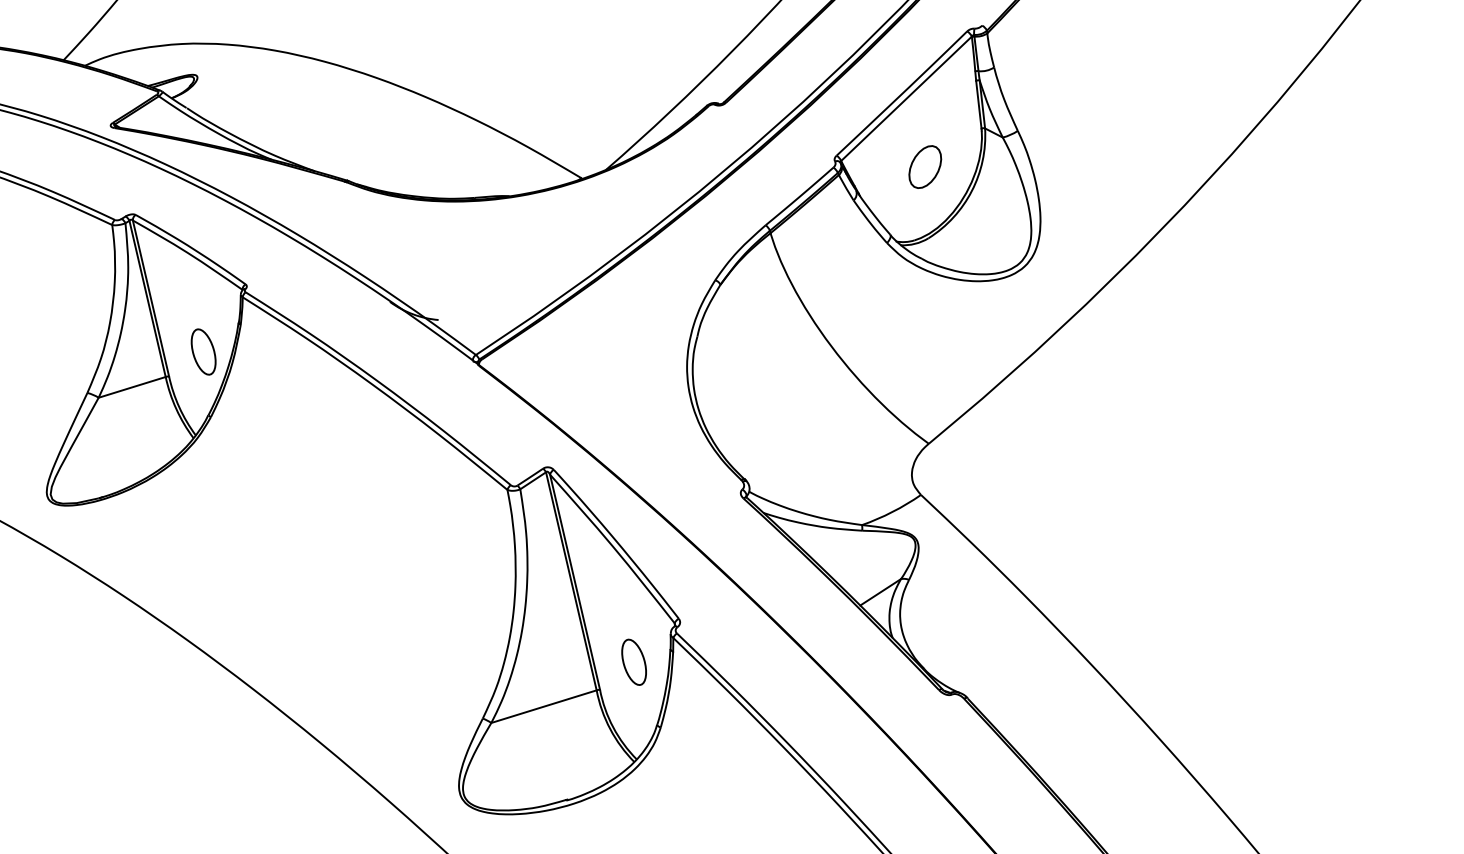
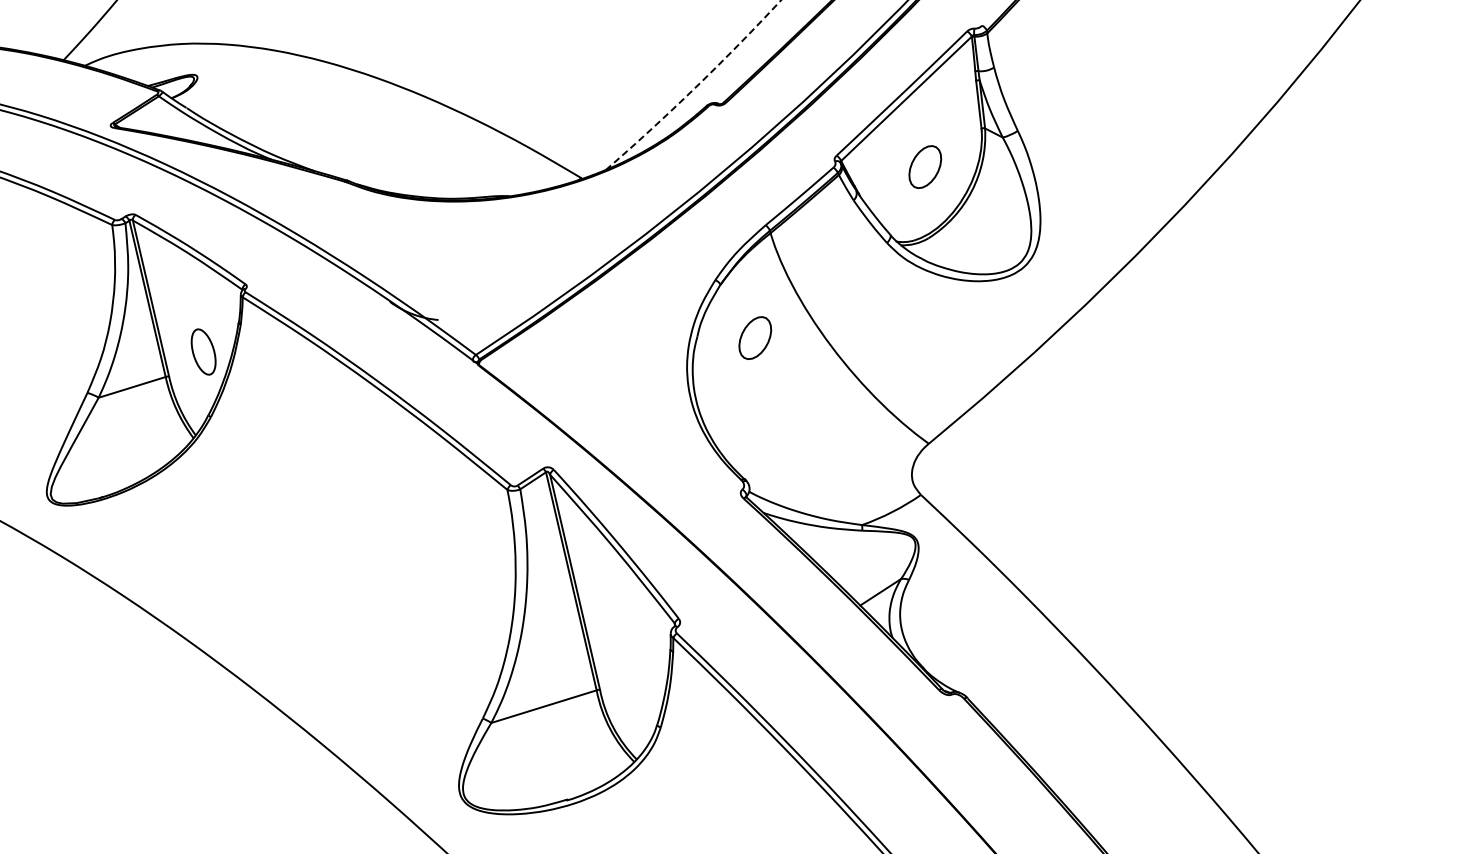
arc at (696, 86): solid -> dashed
part at (755, 337): none -> present
part at (633, 661): present -> none
